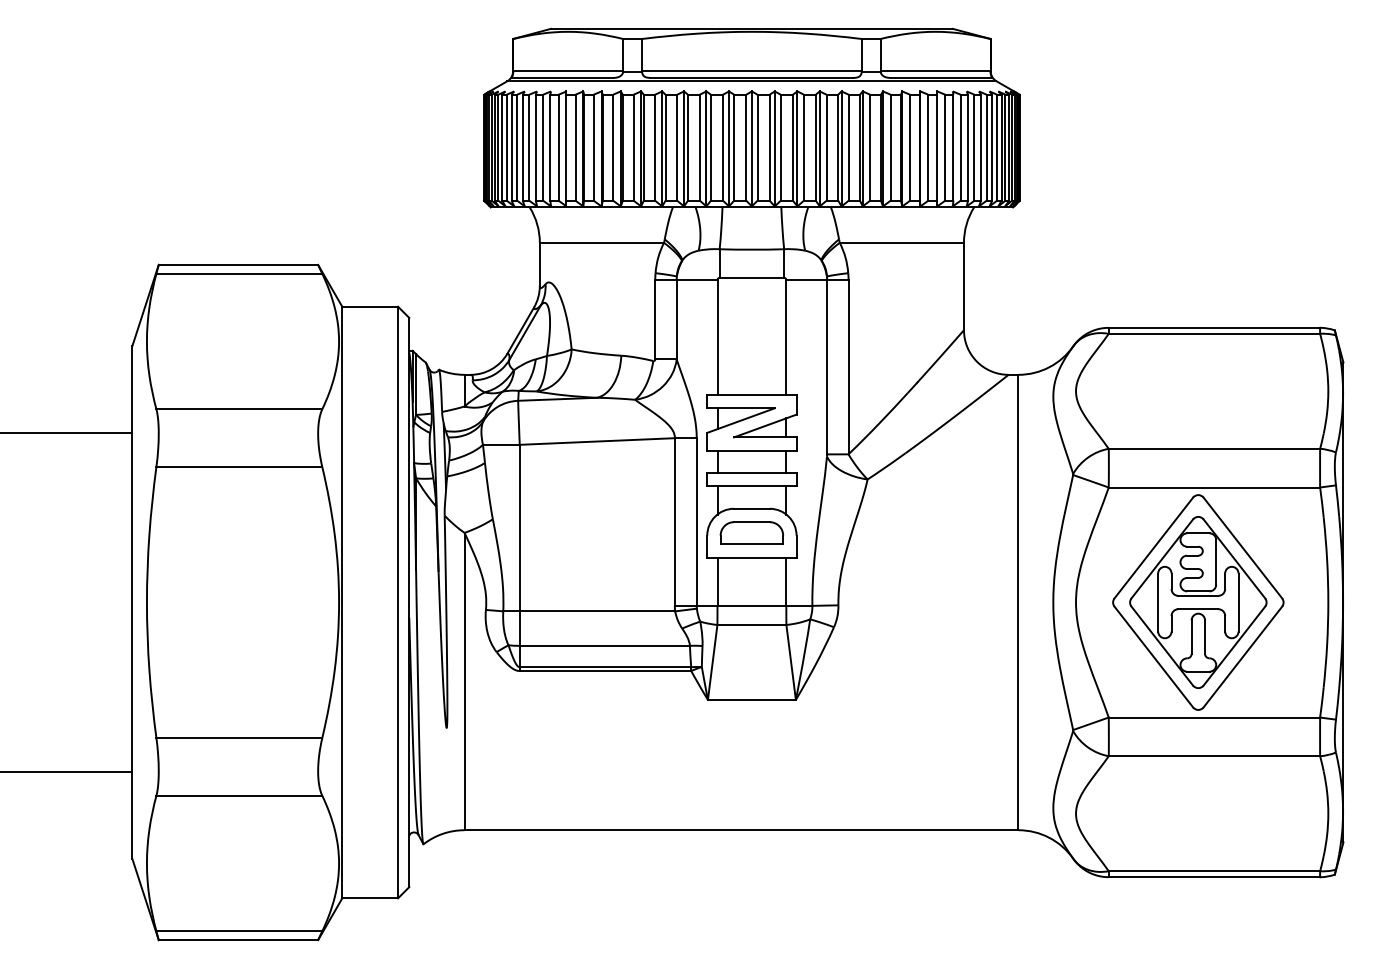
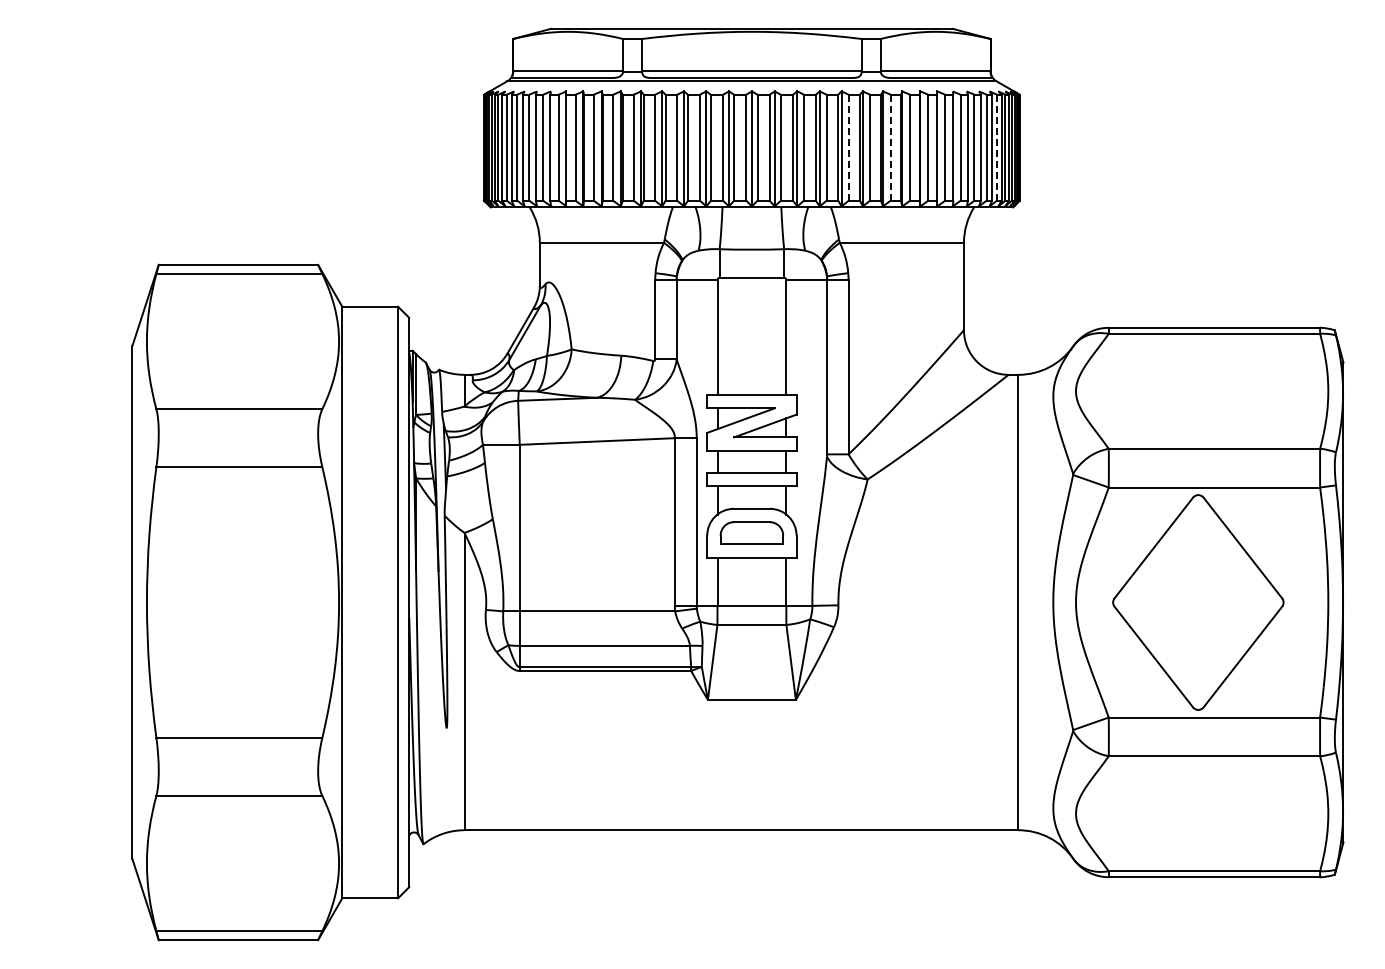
line at (848, 147): solid -> dashed
line at (890, 147): solid -> dashed
line at (996, 147): solid -> dashed
line at (67, 432): present -> none
part at (1198, 602): present -> none
line at (67, 772): present -> none
